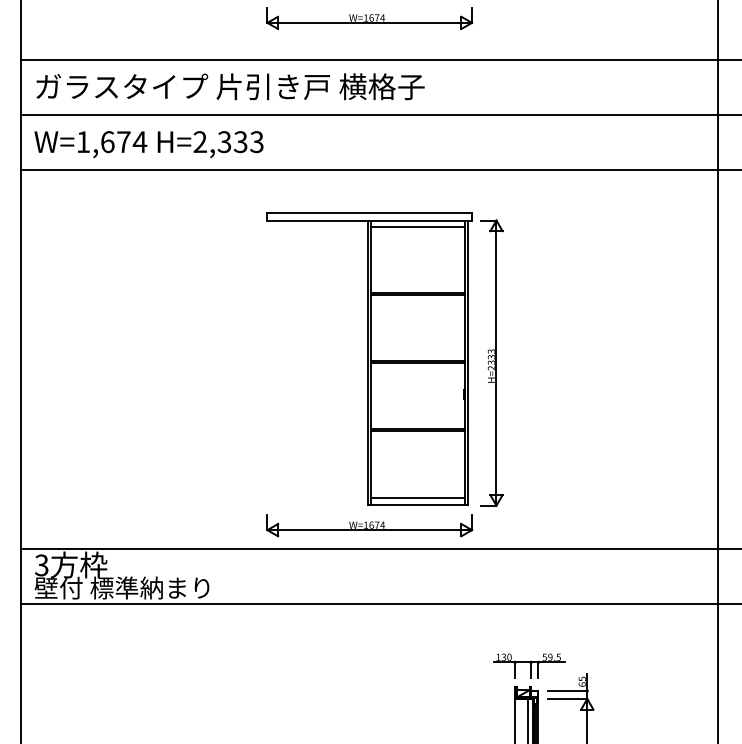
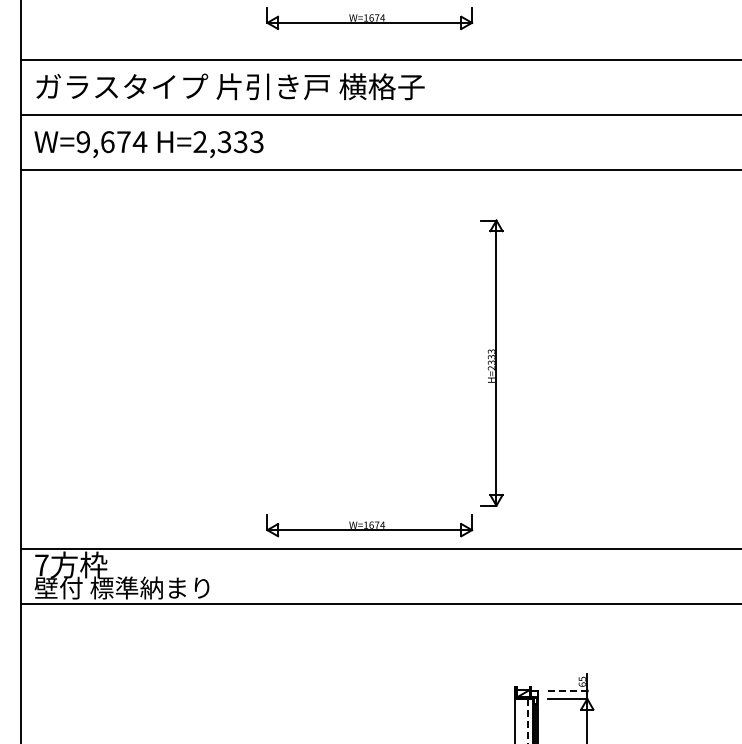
text at (82, 142): W=1,674 -> W=9,674
part at (369, 358): present -> none
line at (718, 371): present -> none
text at (41, 565): 3 -> 7
part at (529, 665): present -> none
line at (567, 691): solid -> dashed
line at (527, 721): solid -> dashed
